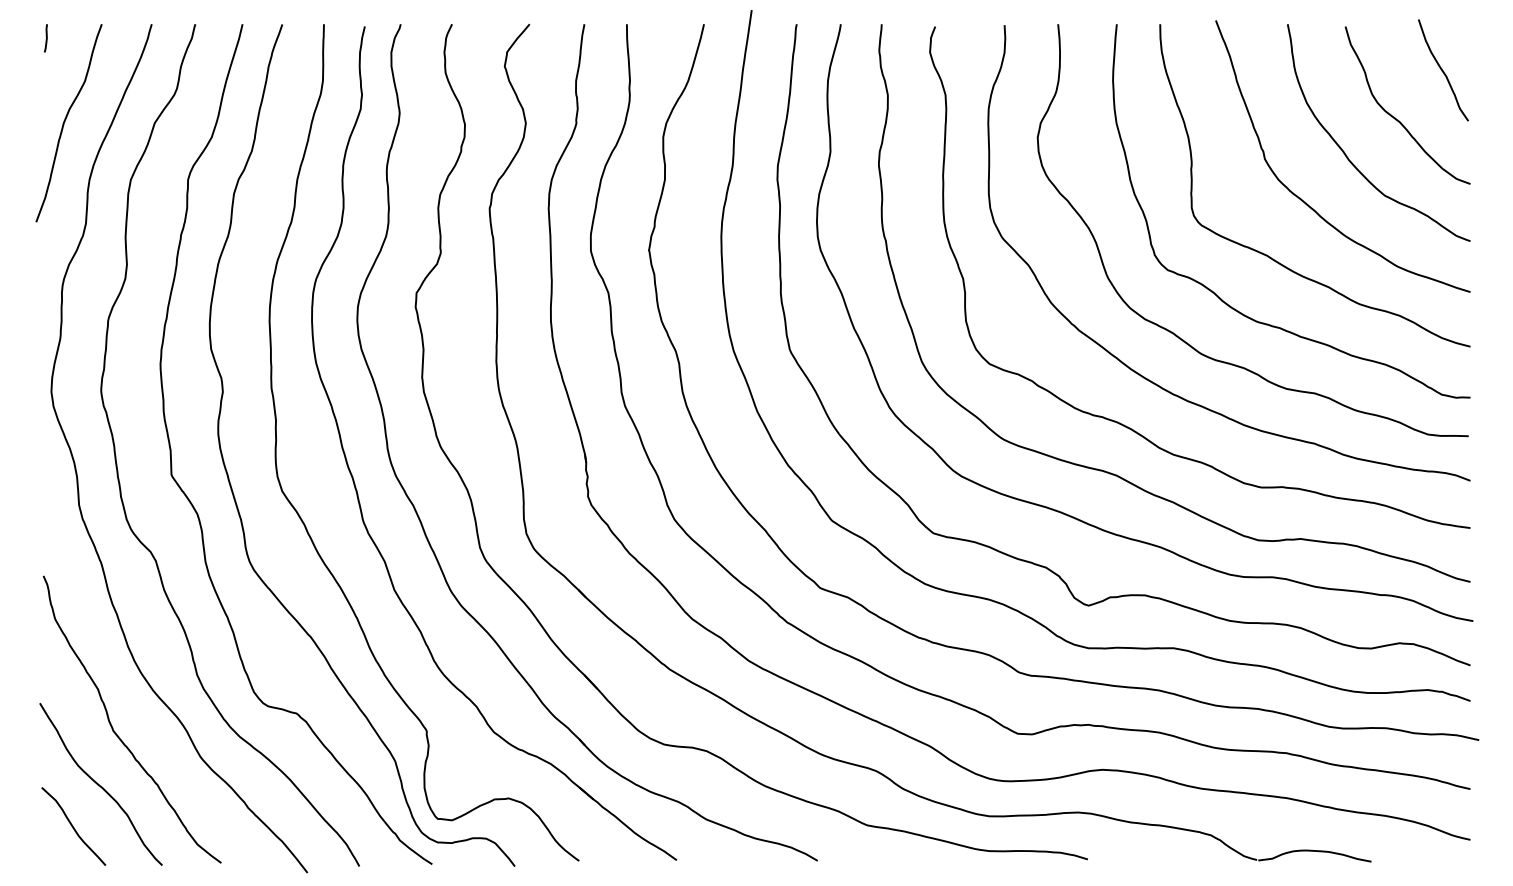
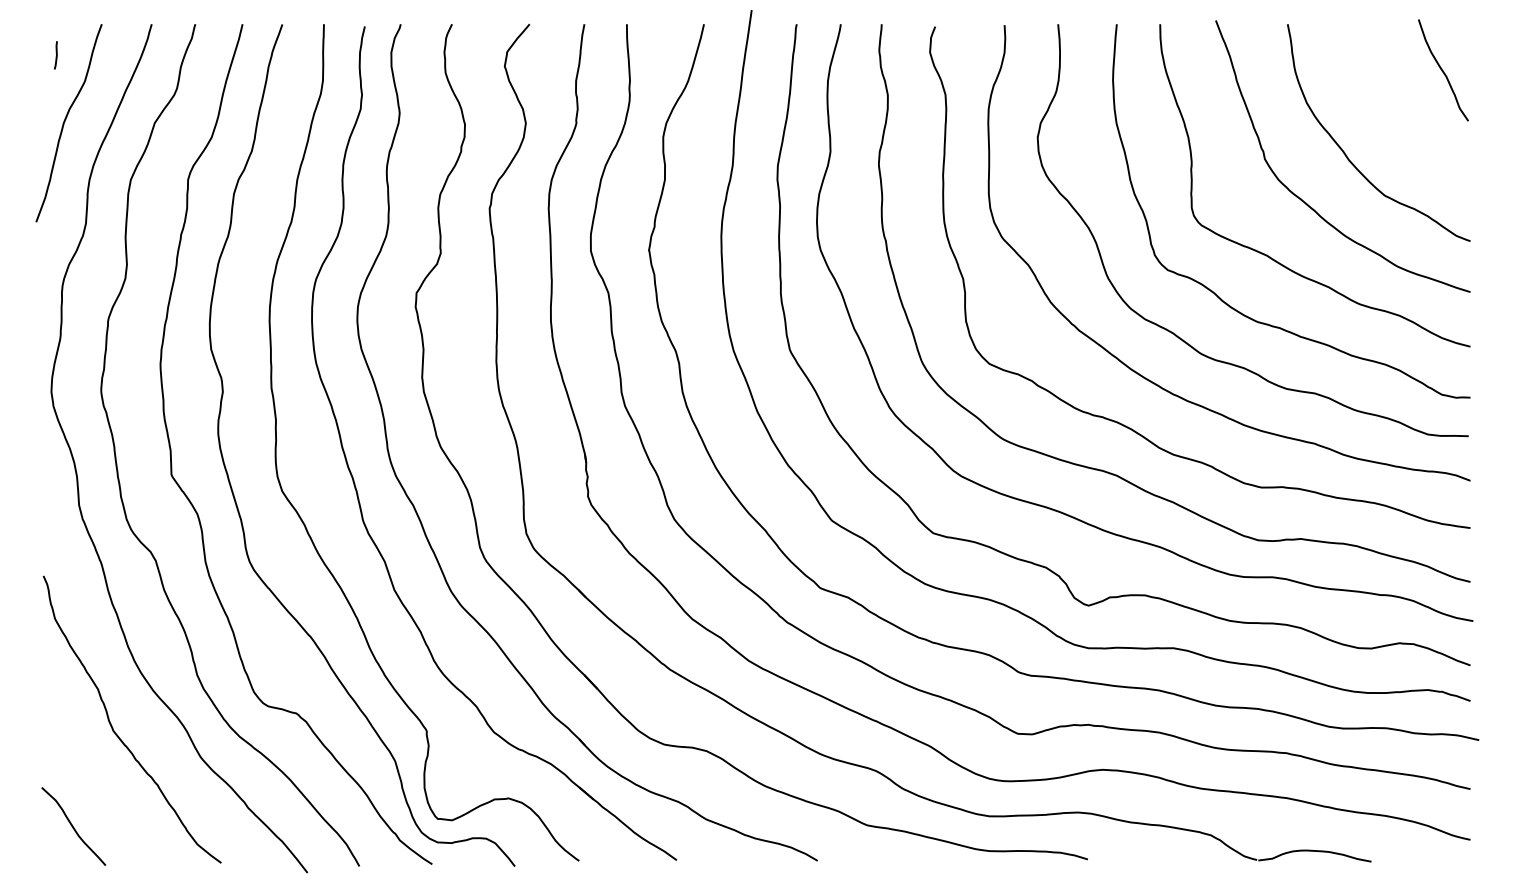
line at (46, 38) position: (46, 38) -> (56, 55)
curve at (1395, 117): present -> none
curve at (99, 784): present -> none
